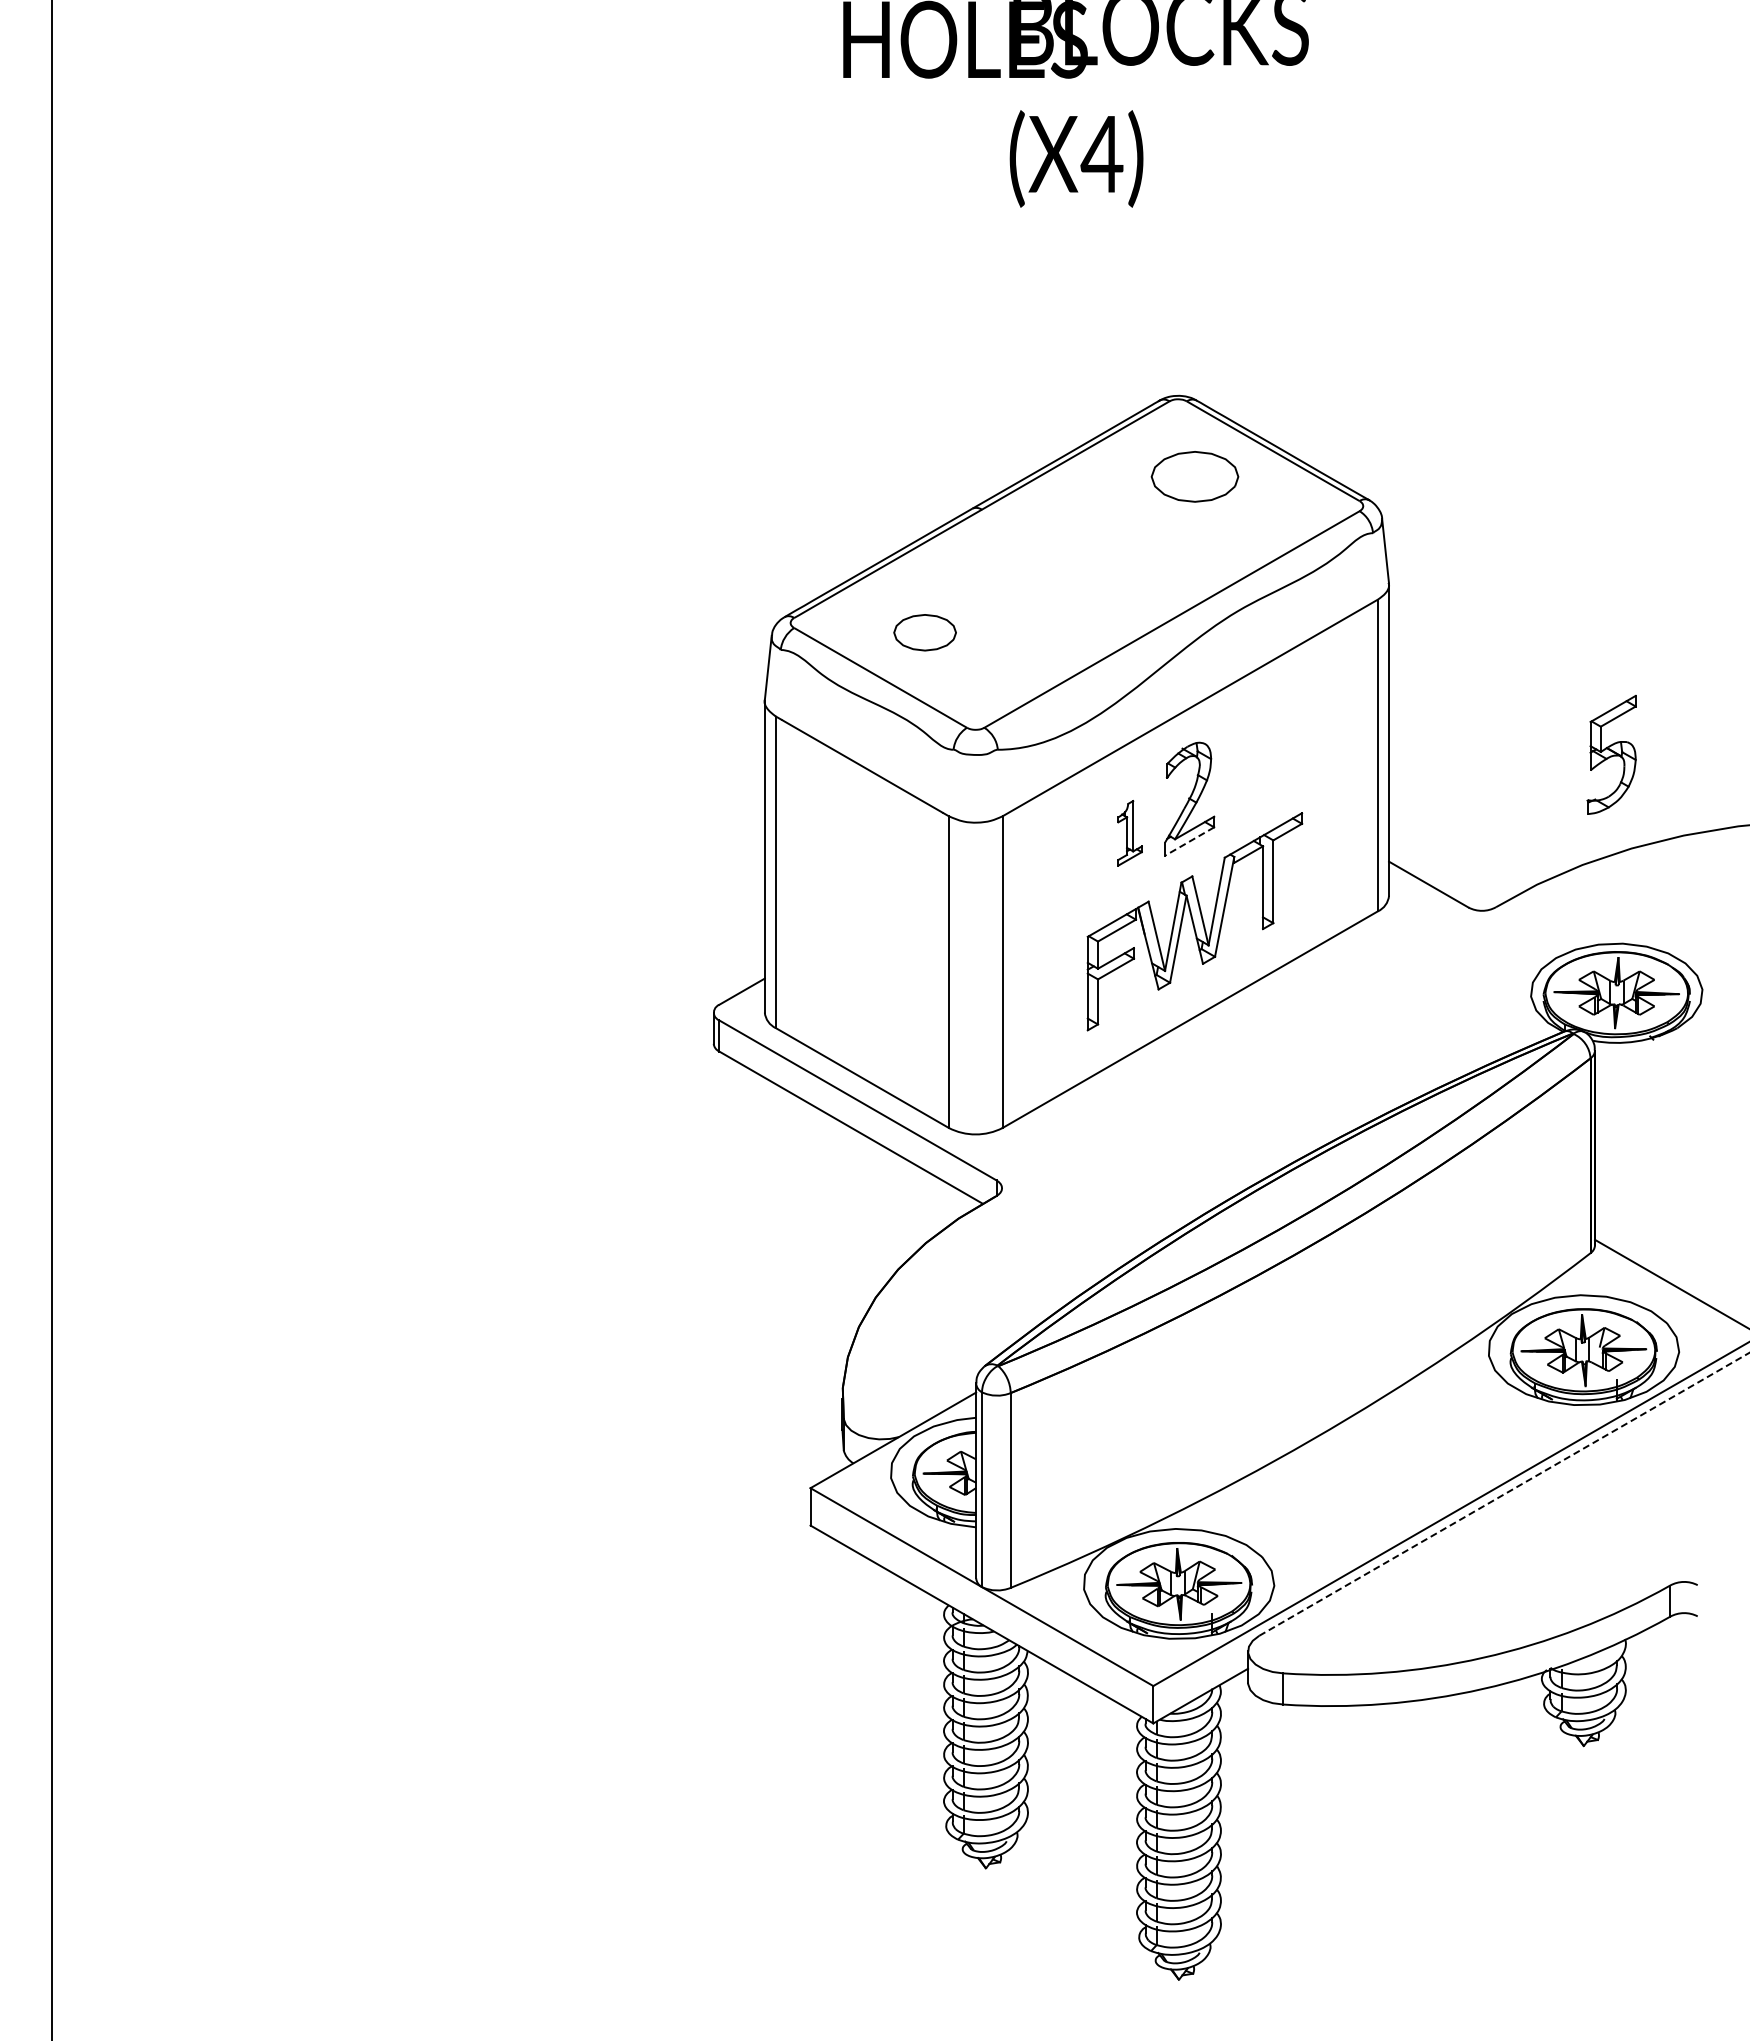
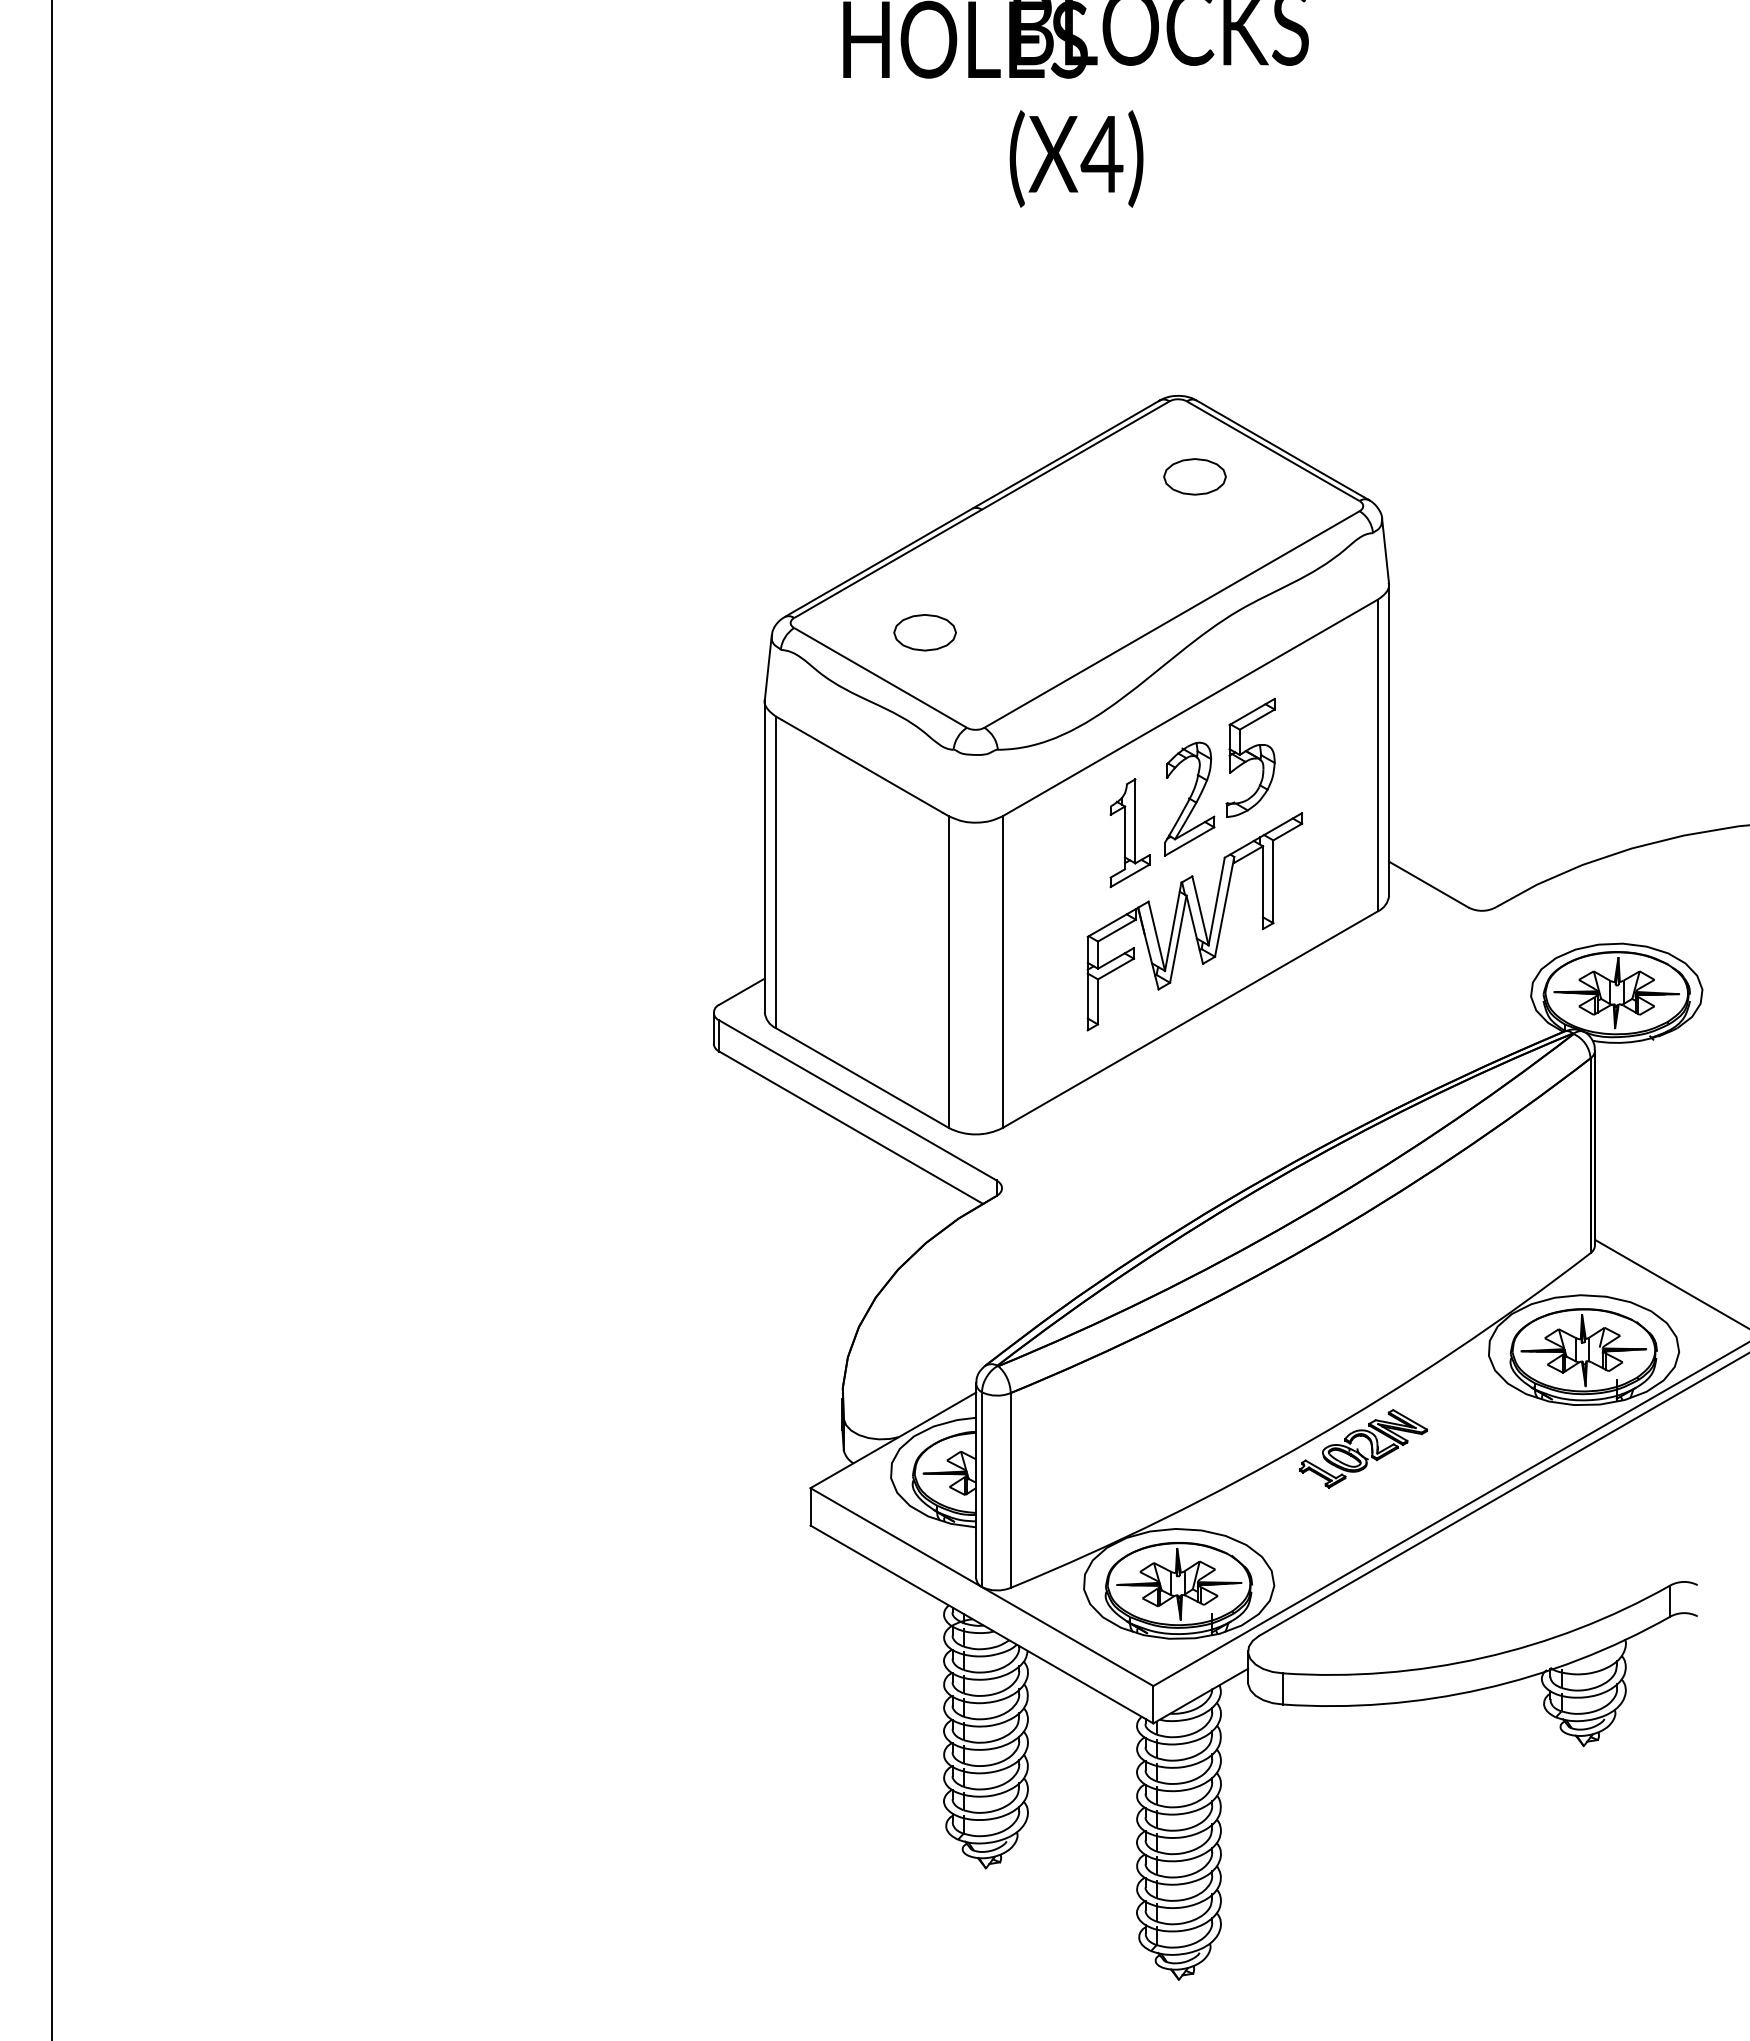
part at (1194, 476) size: 90x52 px -> 64x38 px
part at (1611, 754) position: (1611, 754) -> (1250, 757)
part at (1129, 833) size: 26x67 px -> 42x111 px
line at (1189, 841): dashed -> solid
part at (1363, 1448): none -> present
line at (1505, 1493): dashed -> solid
